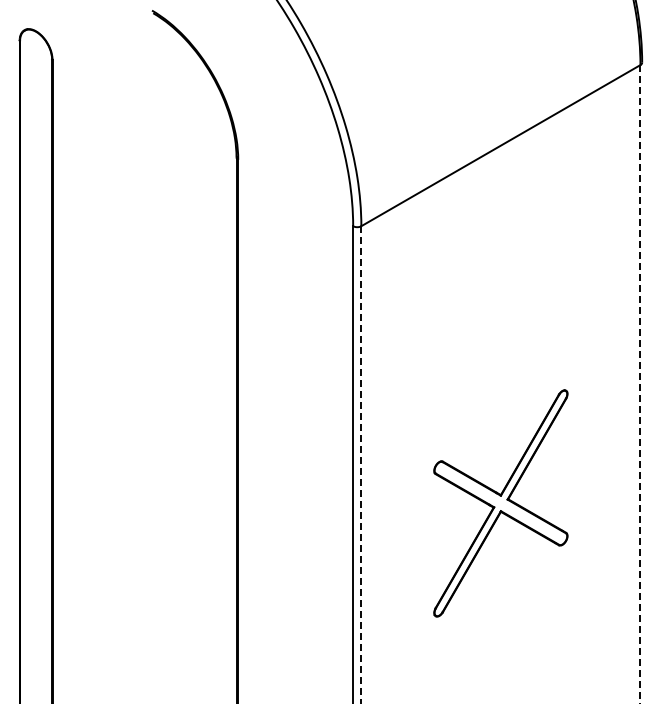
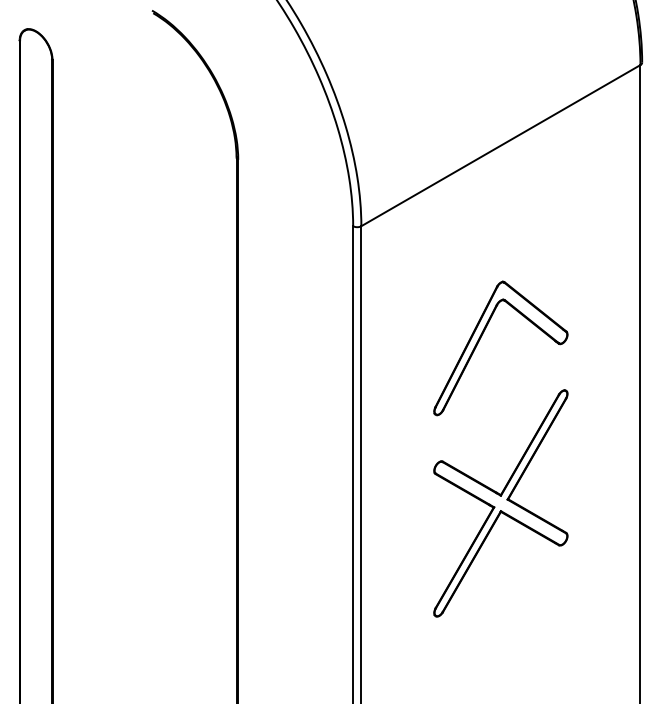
part at (482, 336): none -> present
line at (640, 384): dashed -> solid
line at (361, 465): dashed -> solid
